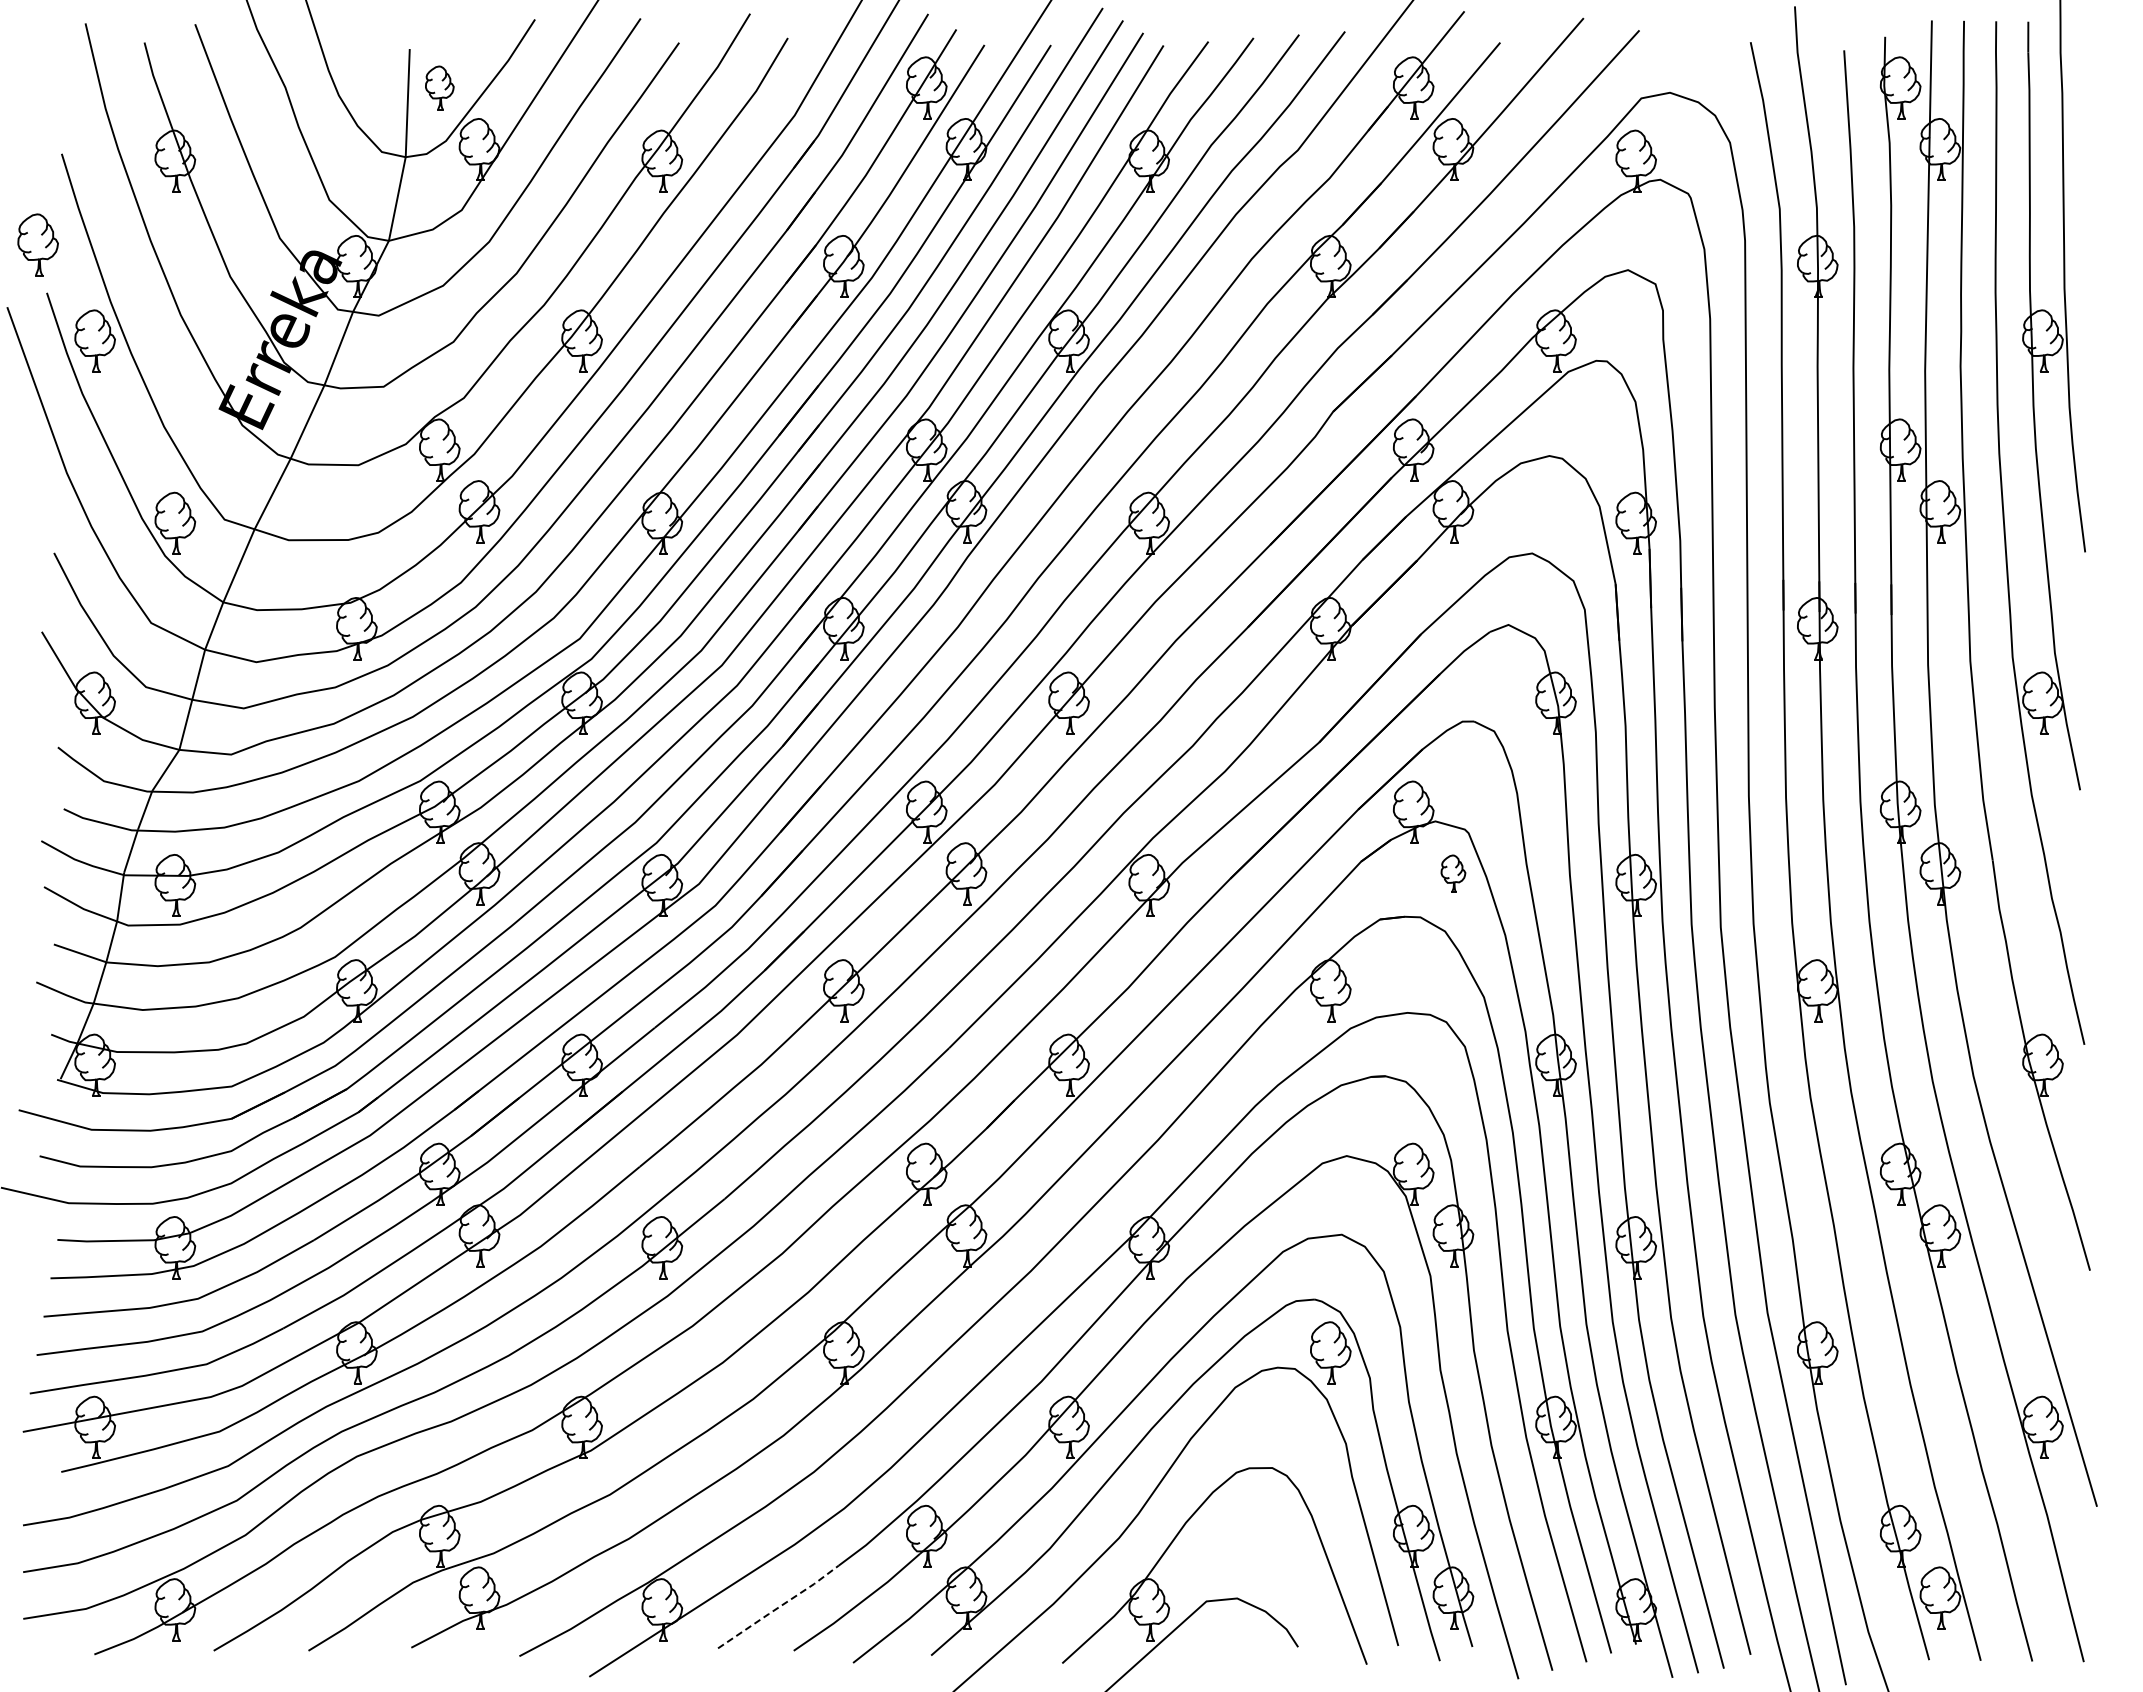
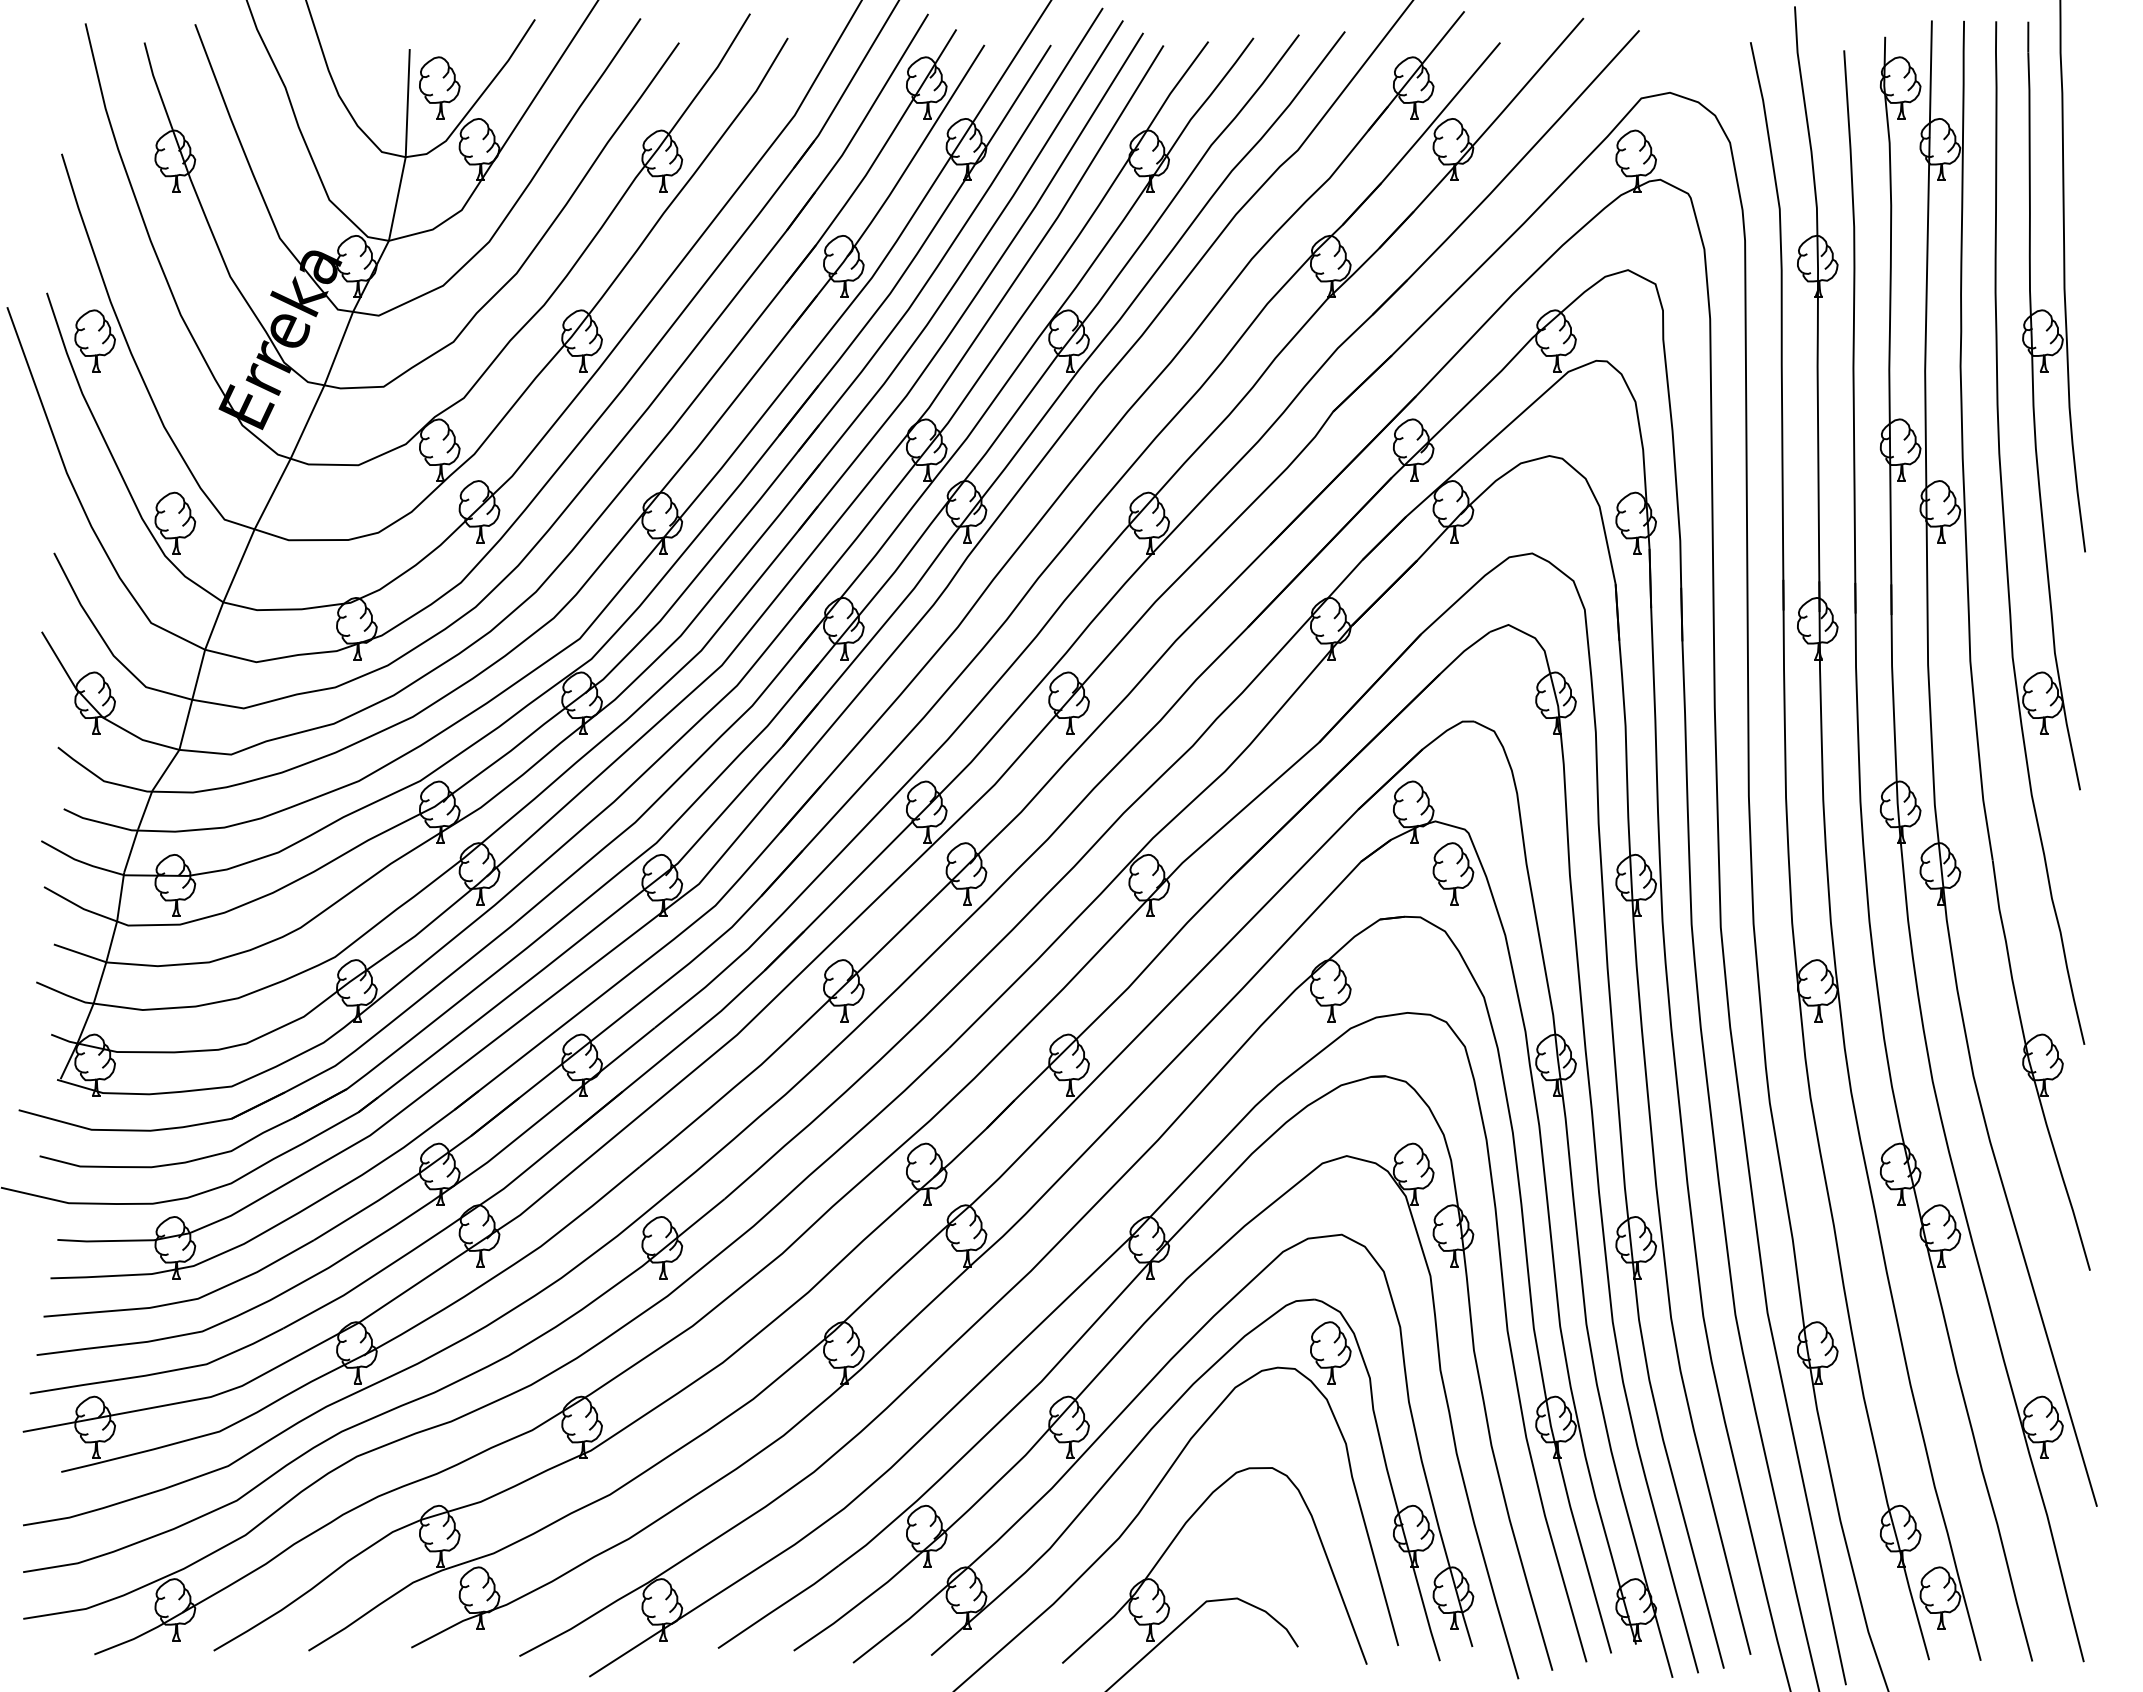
part at (439, 87) size: 30x46 px -> 42x64 px
part at (37, 244): present -> none
part at (1453, 873) size: 27x39 px -> 43x64 px
line at (778, 1607): dashed -> solid
